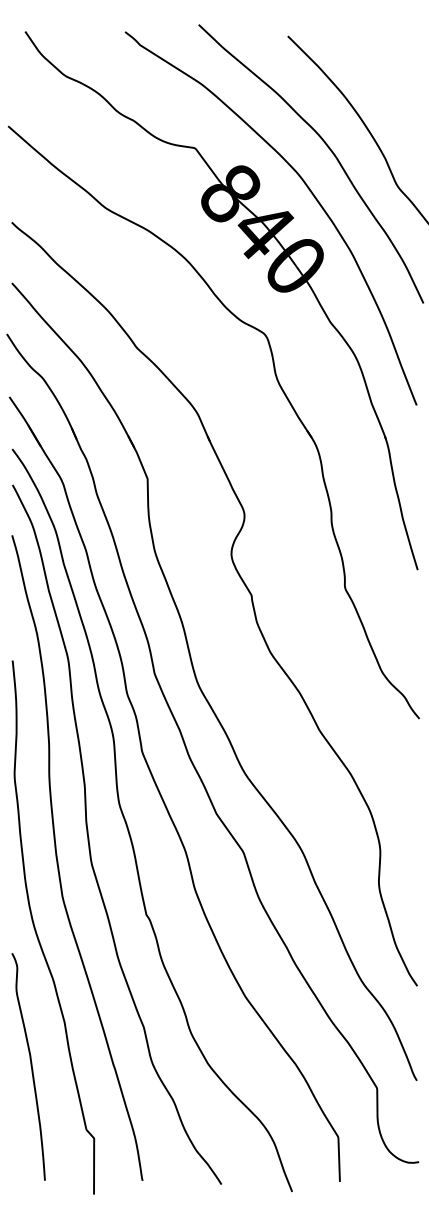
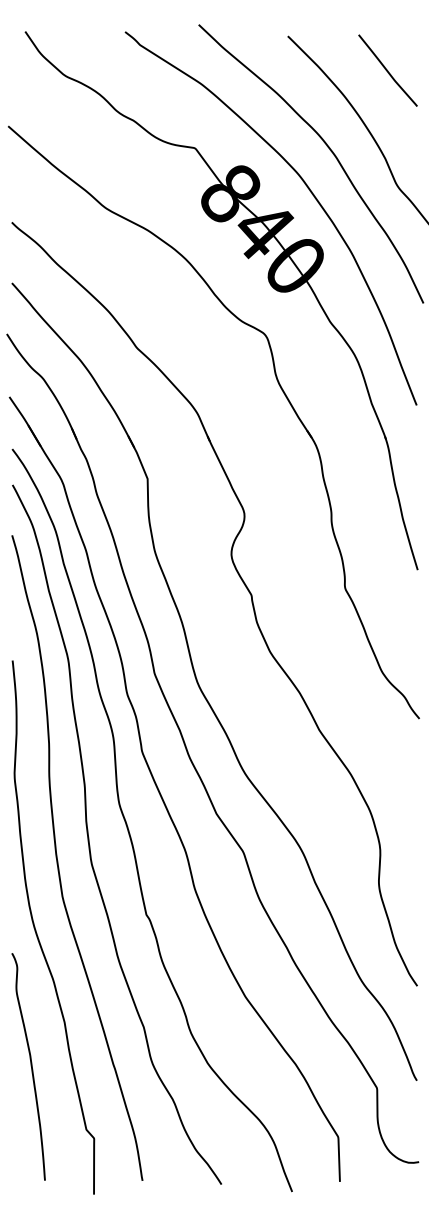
curve at (387, 70): none -> present
